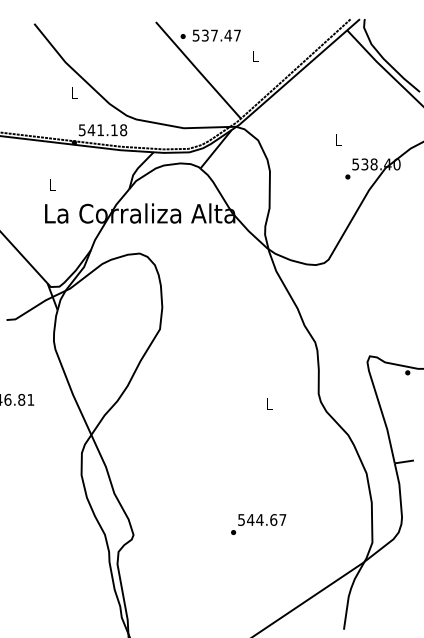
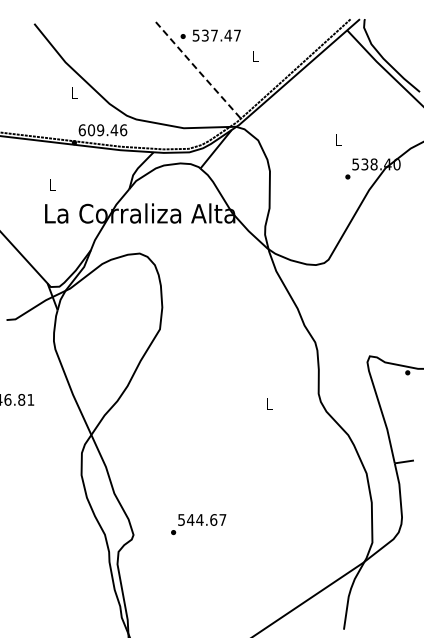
line at (198, 70): solid -> dashed
text at (102, 130): 541.18 -> 609.46
text at (258, 524) position: (258, 524) -> (198, 524)
